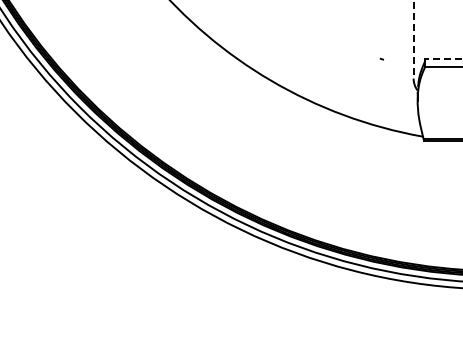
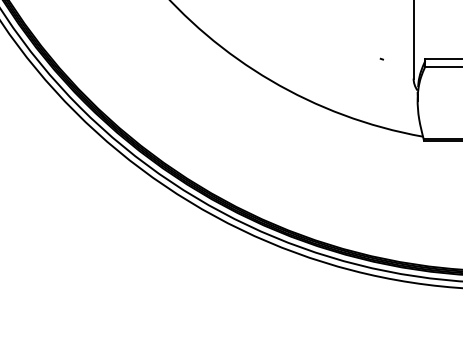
line at (413, 39): dashed -> solid
line at (443, 59): dashed -> solid
